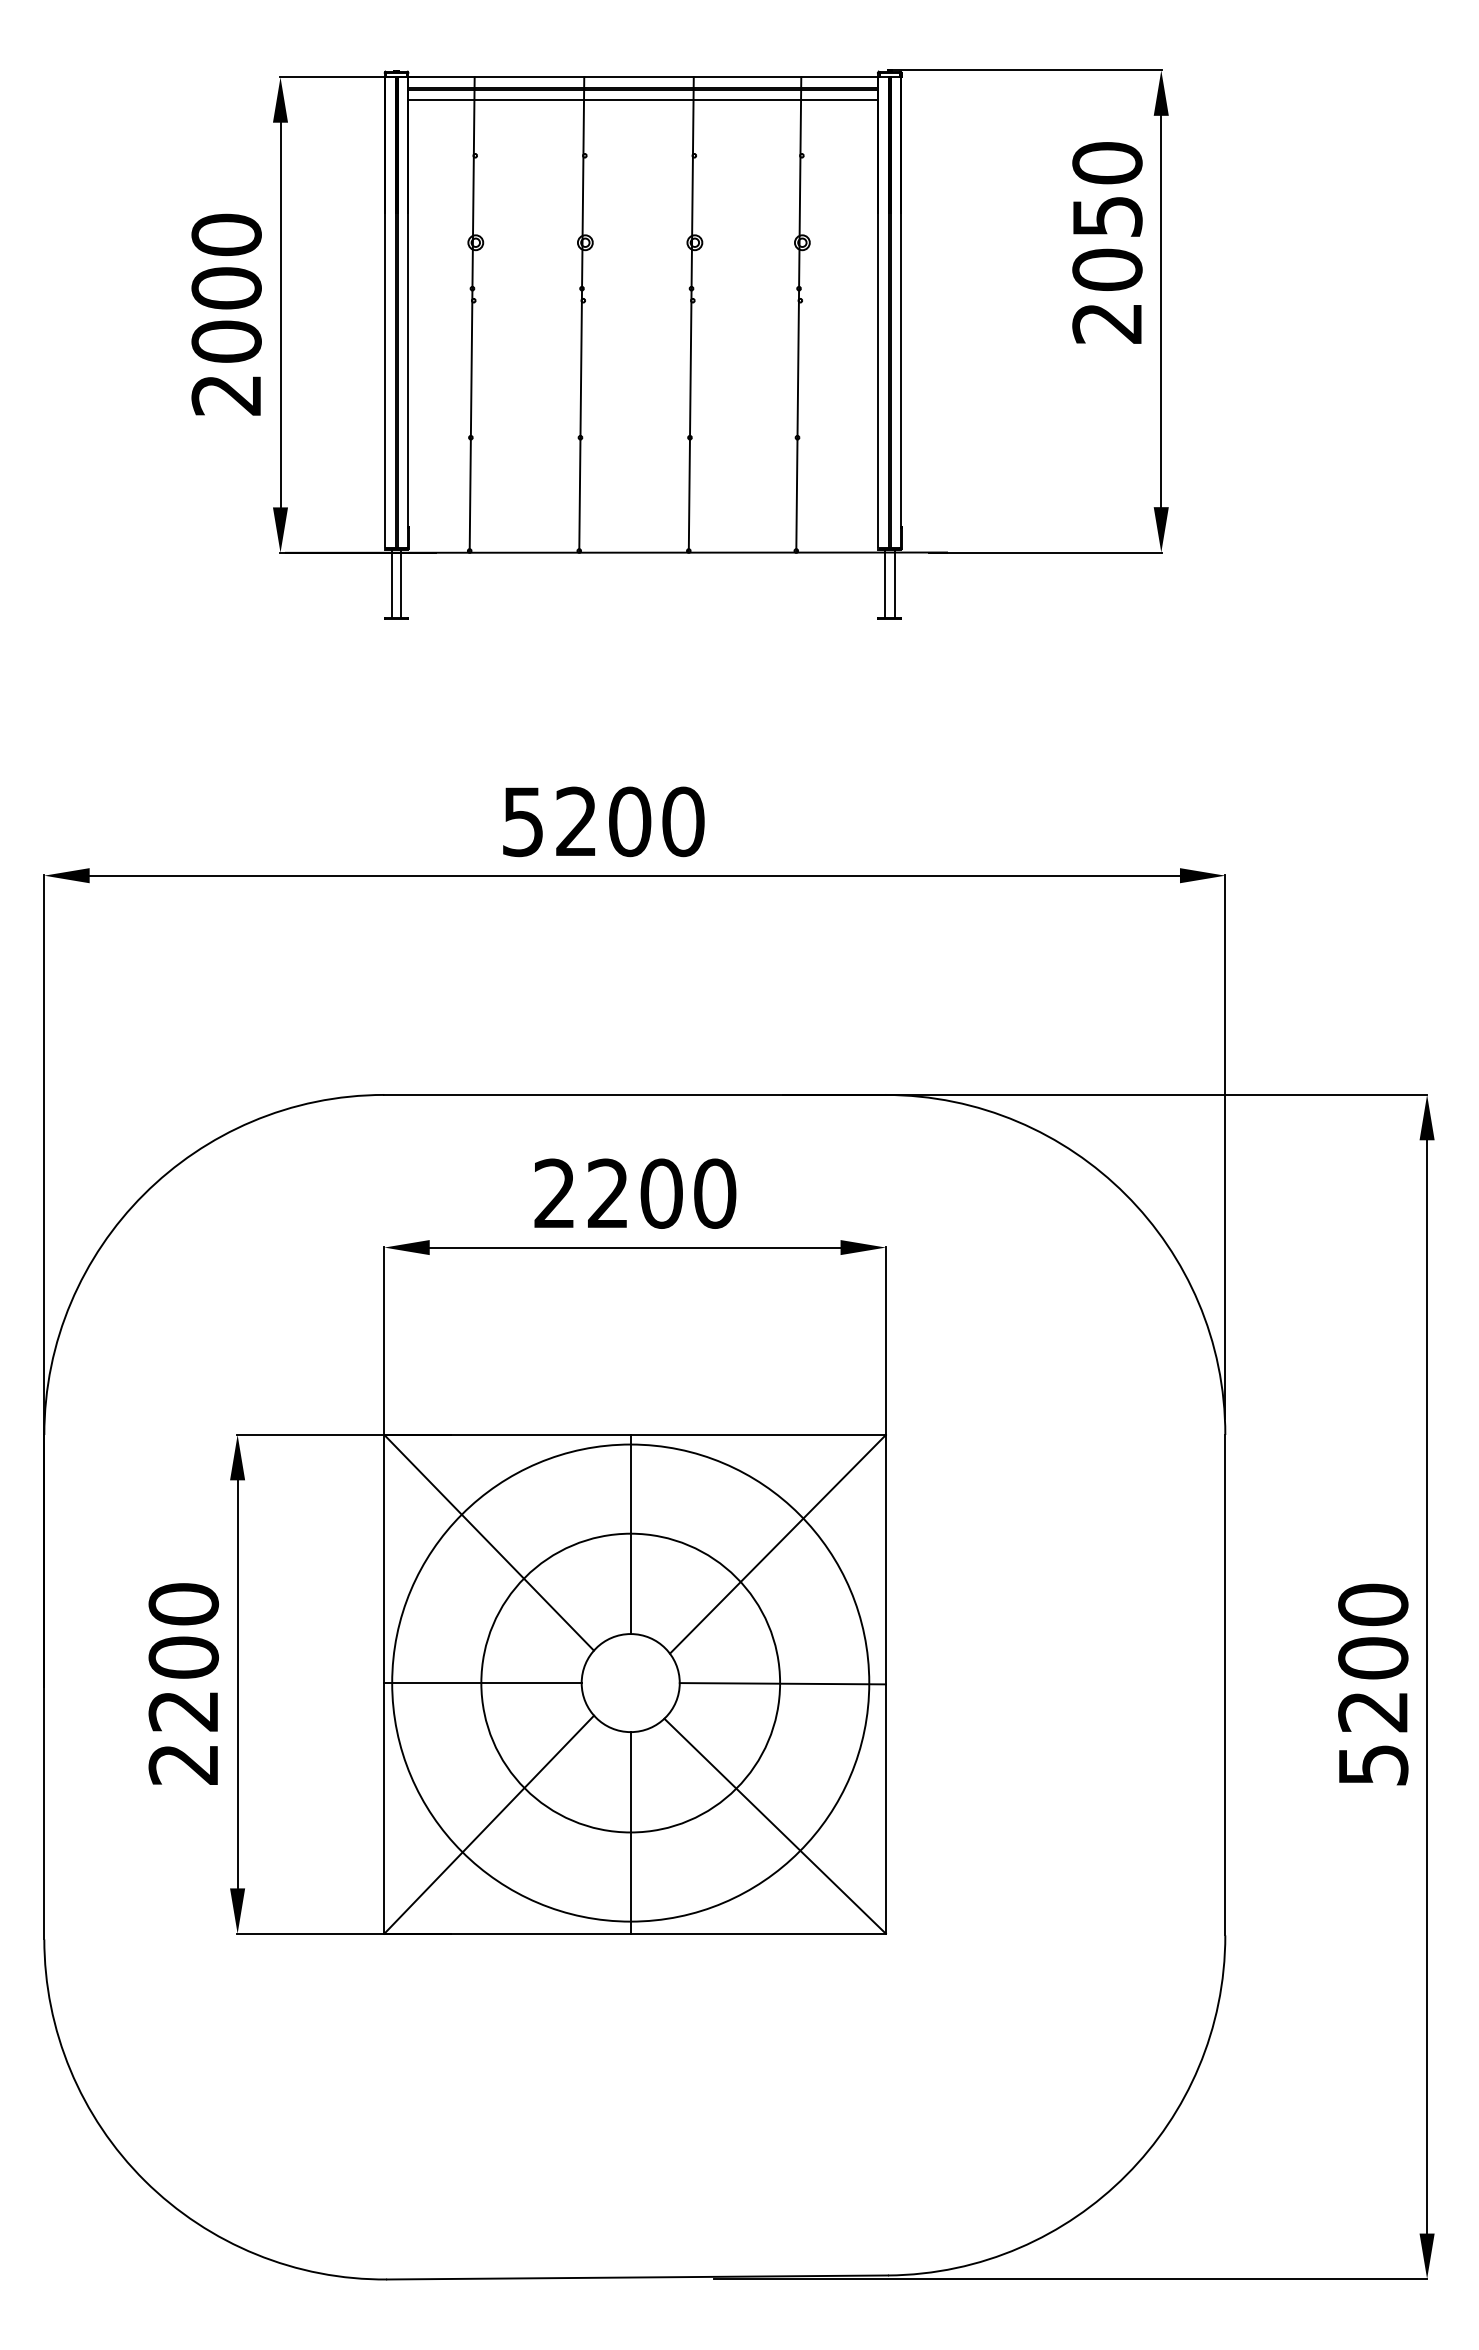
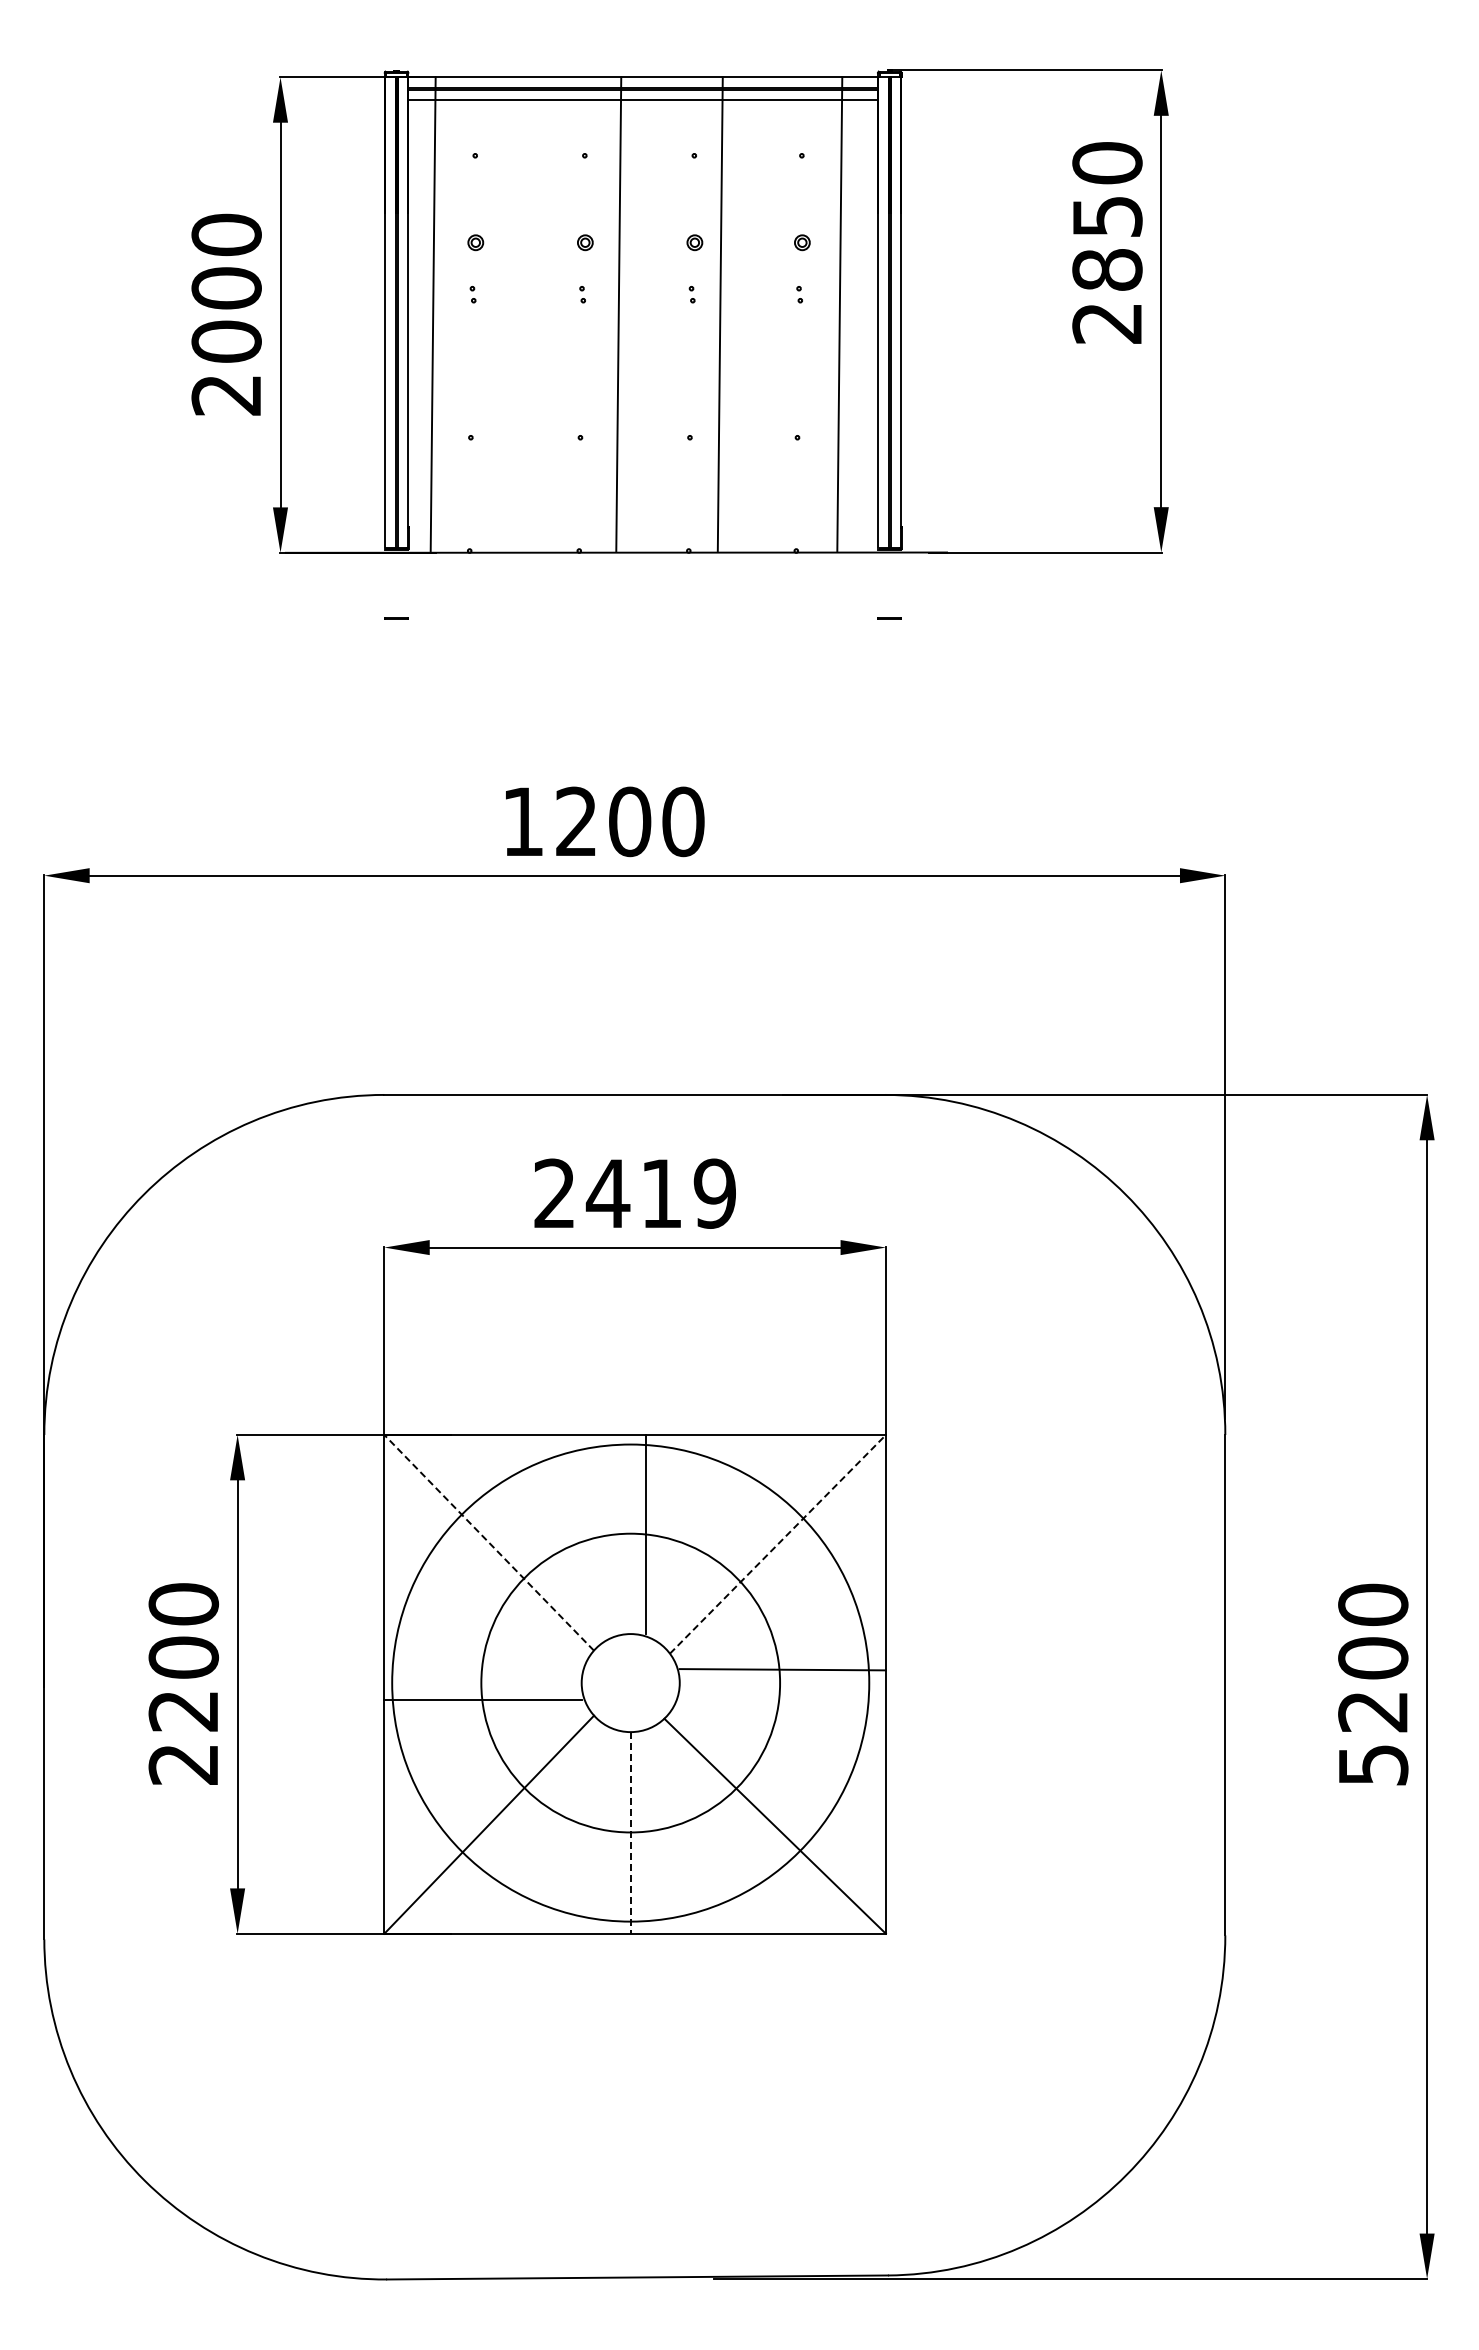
text at (1107, 269): 2050 -> 2850
line at (471, 314) position: (471, 314) -> (432, 314)
line at (581, 314) position: (581, 314) -> (618, 314)
line at (690, 314) position: (690, 314) -> (719, 314)
line at (798, 314) position: (798, 314) -> (839, 314)
line at (391, 583): present -> none
line at (401, 583): present -> none
line at (885, 583): present -> none
line at (894, 583): present -> none
text at (522, 822): 5200 -> 1200
text at (660, 1193): 2200 -> 2419
line at (630, 1534) position: (630, 1534) -> (645, 1534)
line at (488, 1542): solid -> dashed
line at (777, 1544): solid -> dashed
line at (482, 1683) position: (482, 1683) -> (482, 1700)
line at (782, 1683) position: (782, 1683) -> (782, 1669)
line at (630, 1832): solid -> dashed
